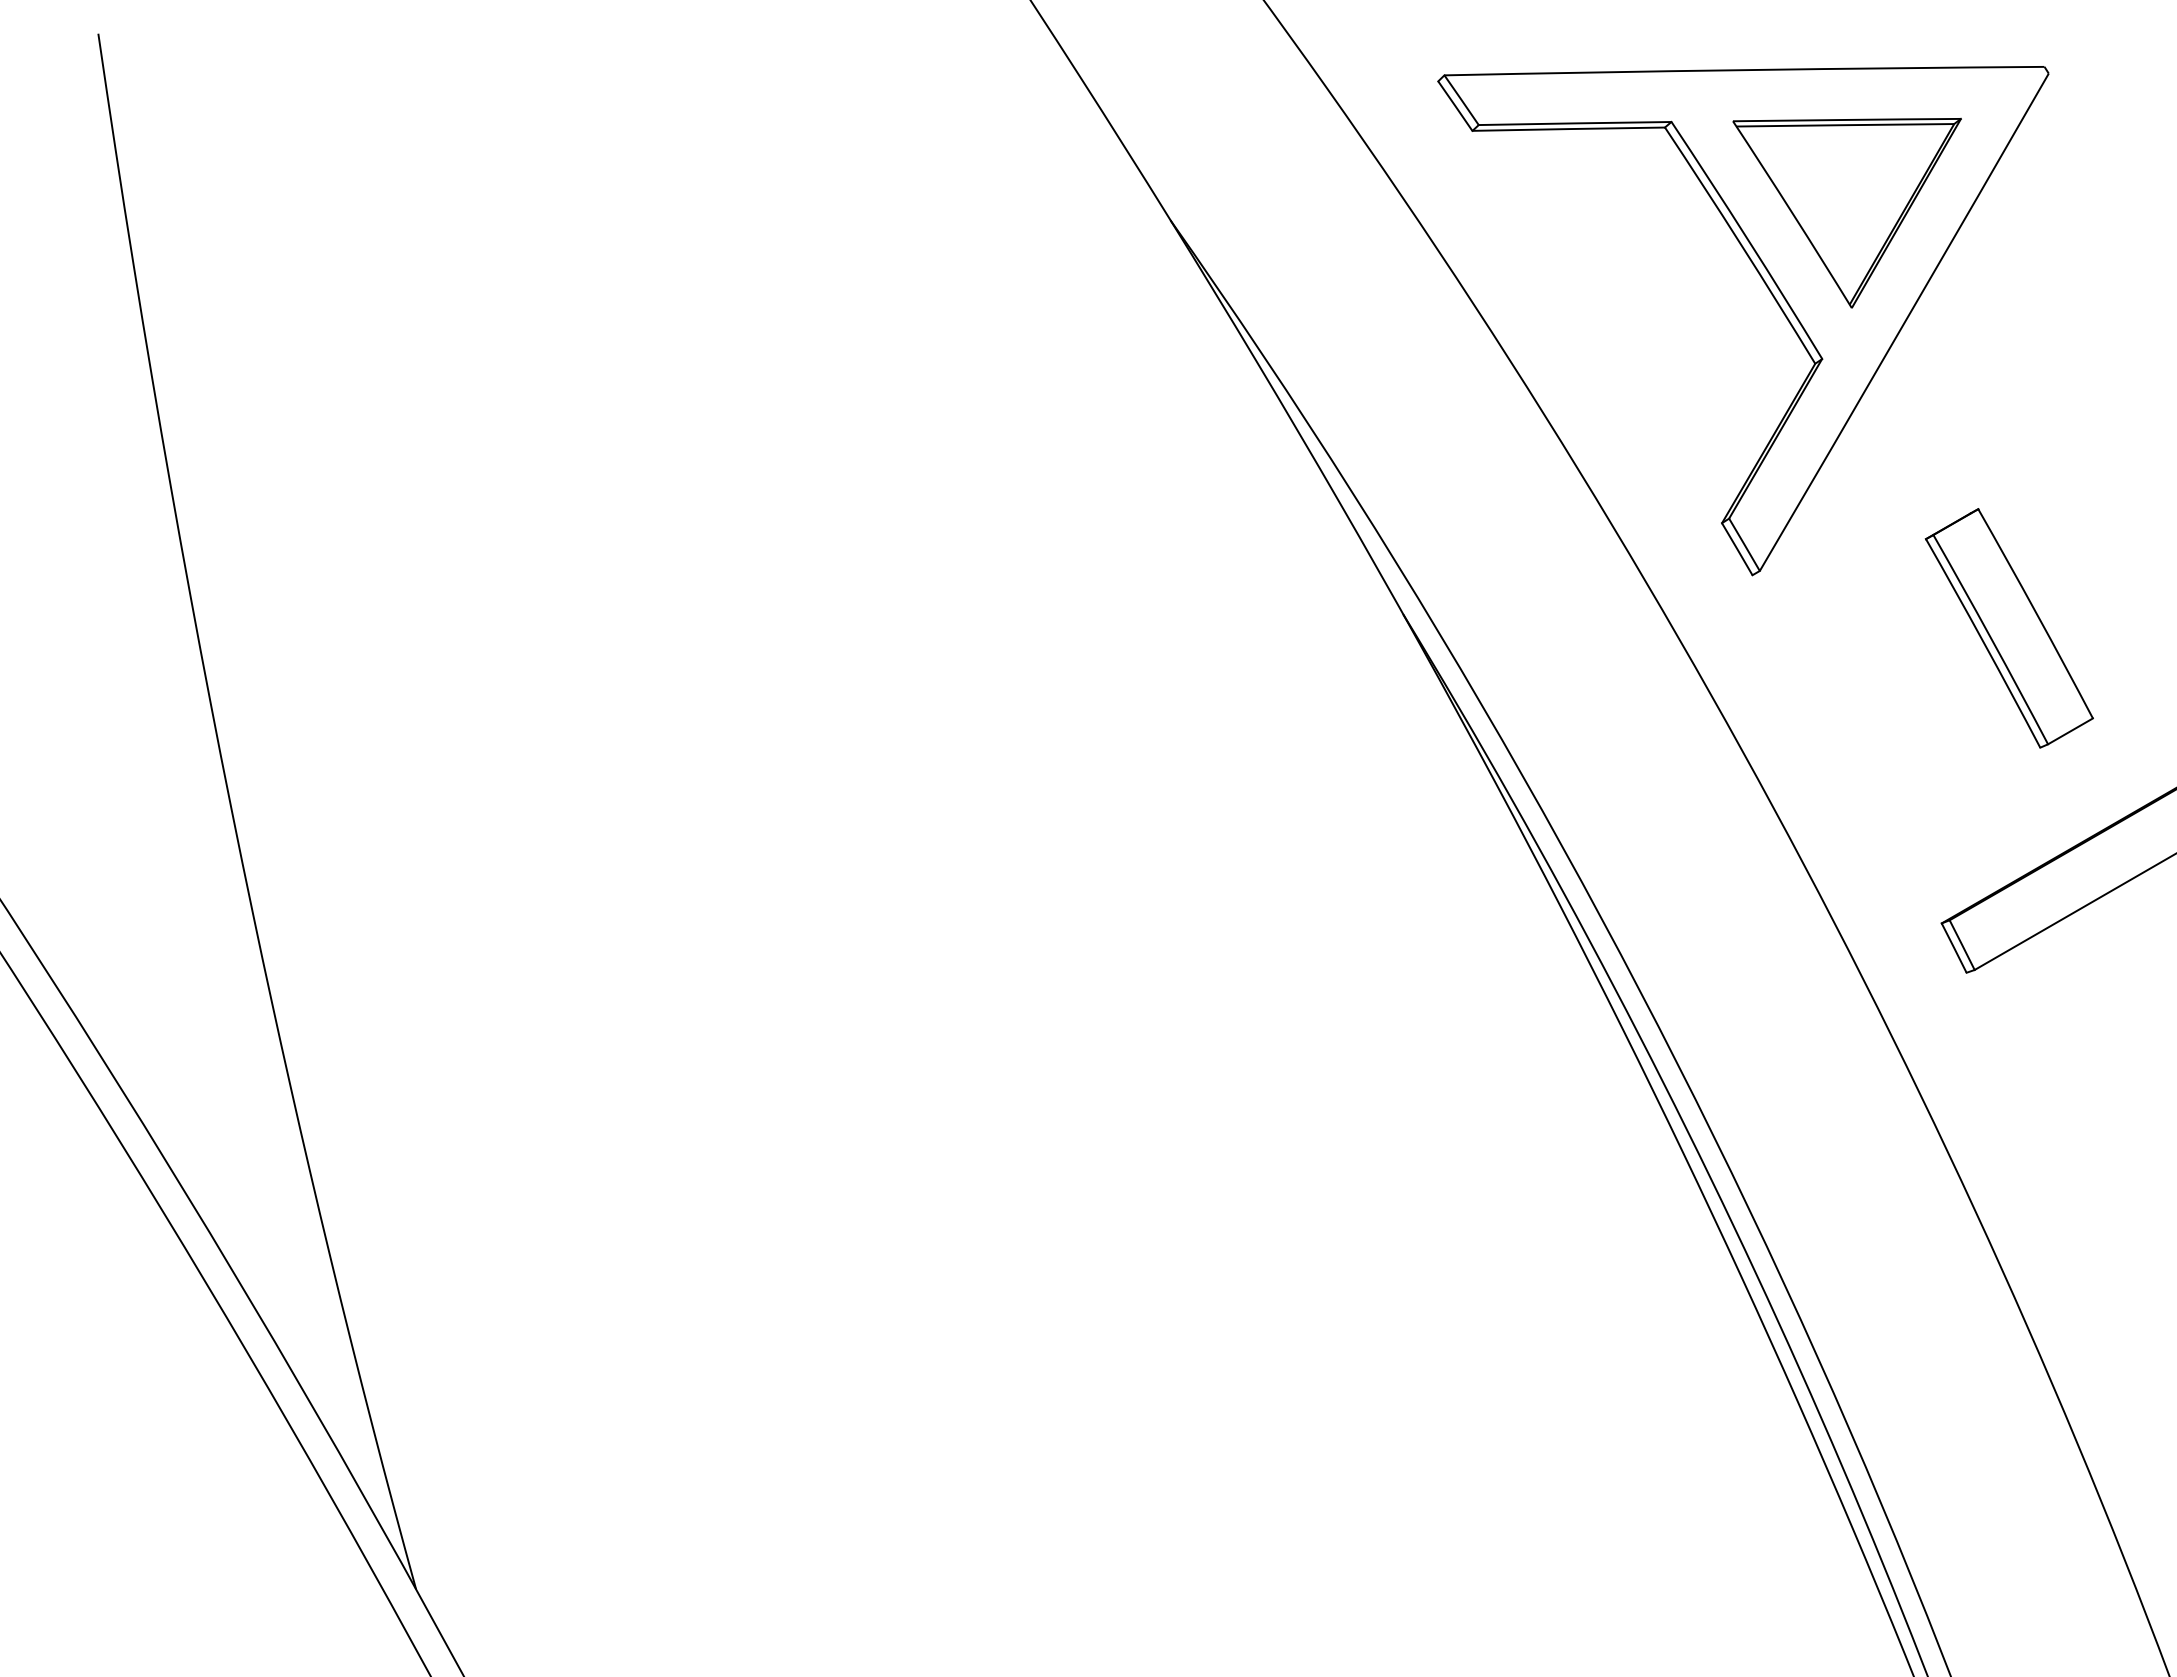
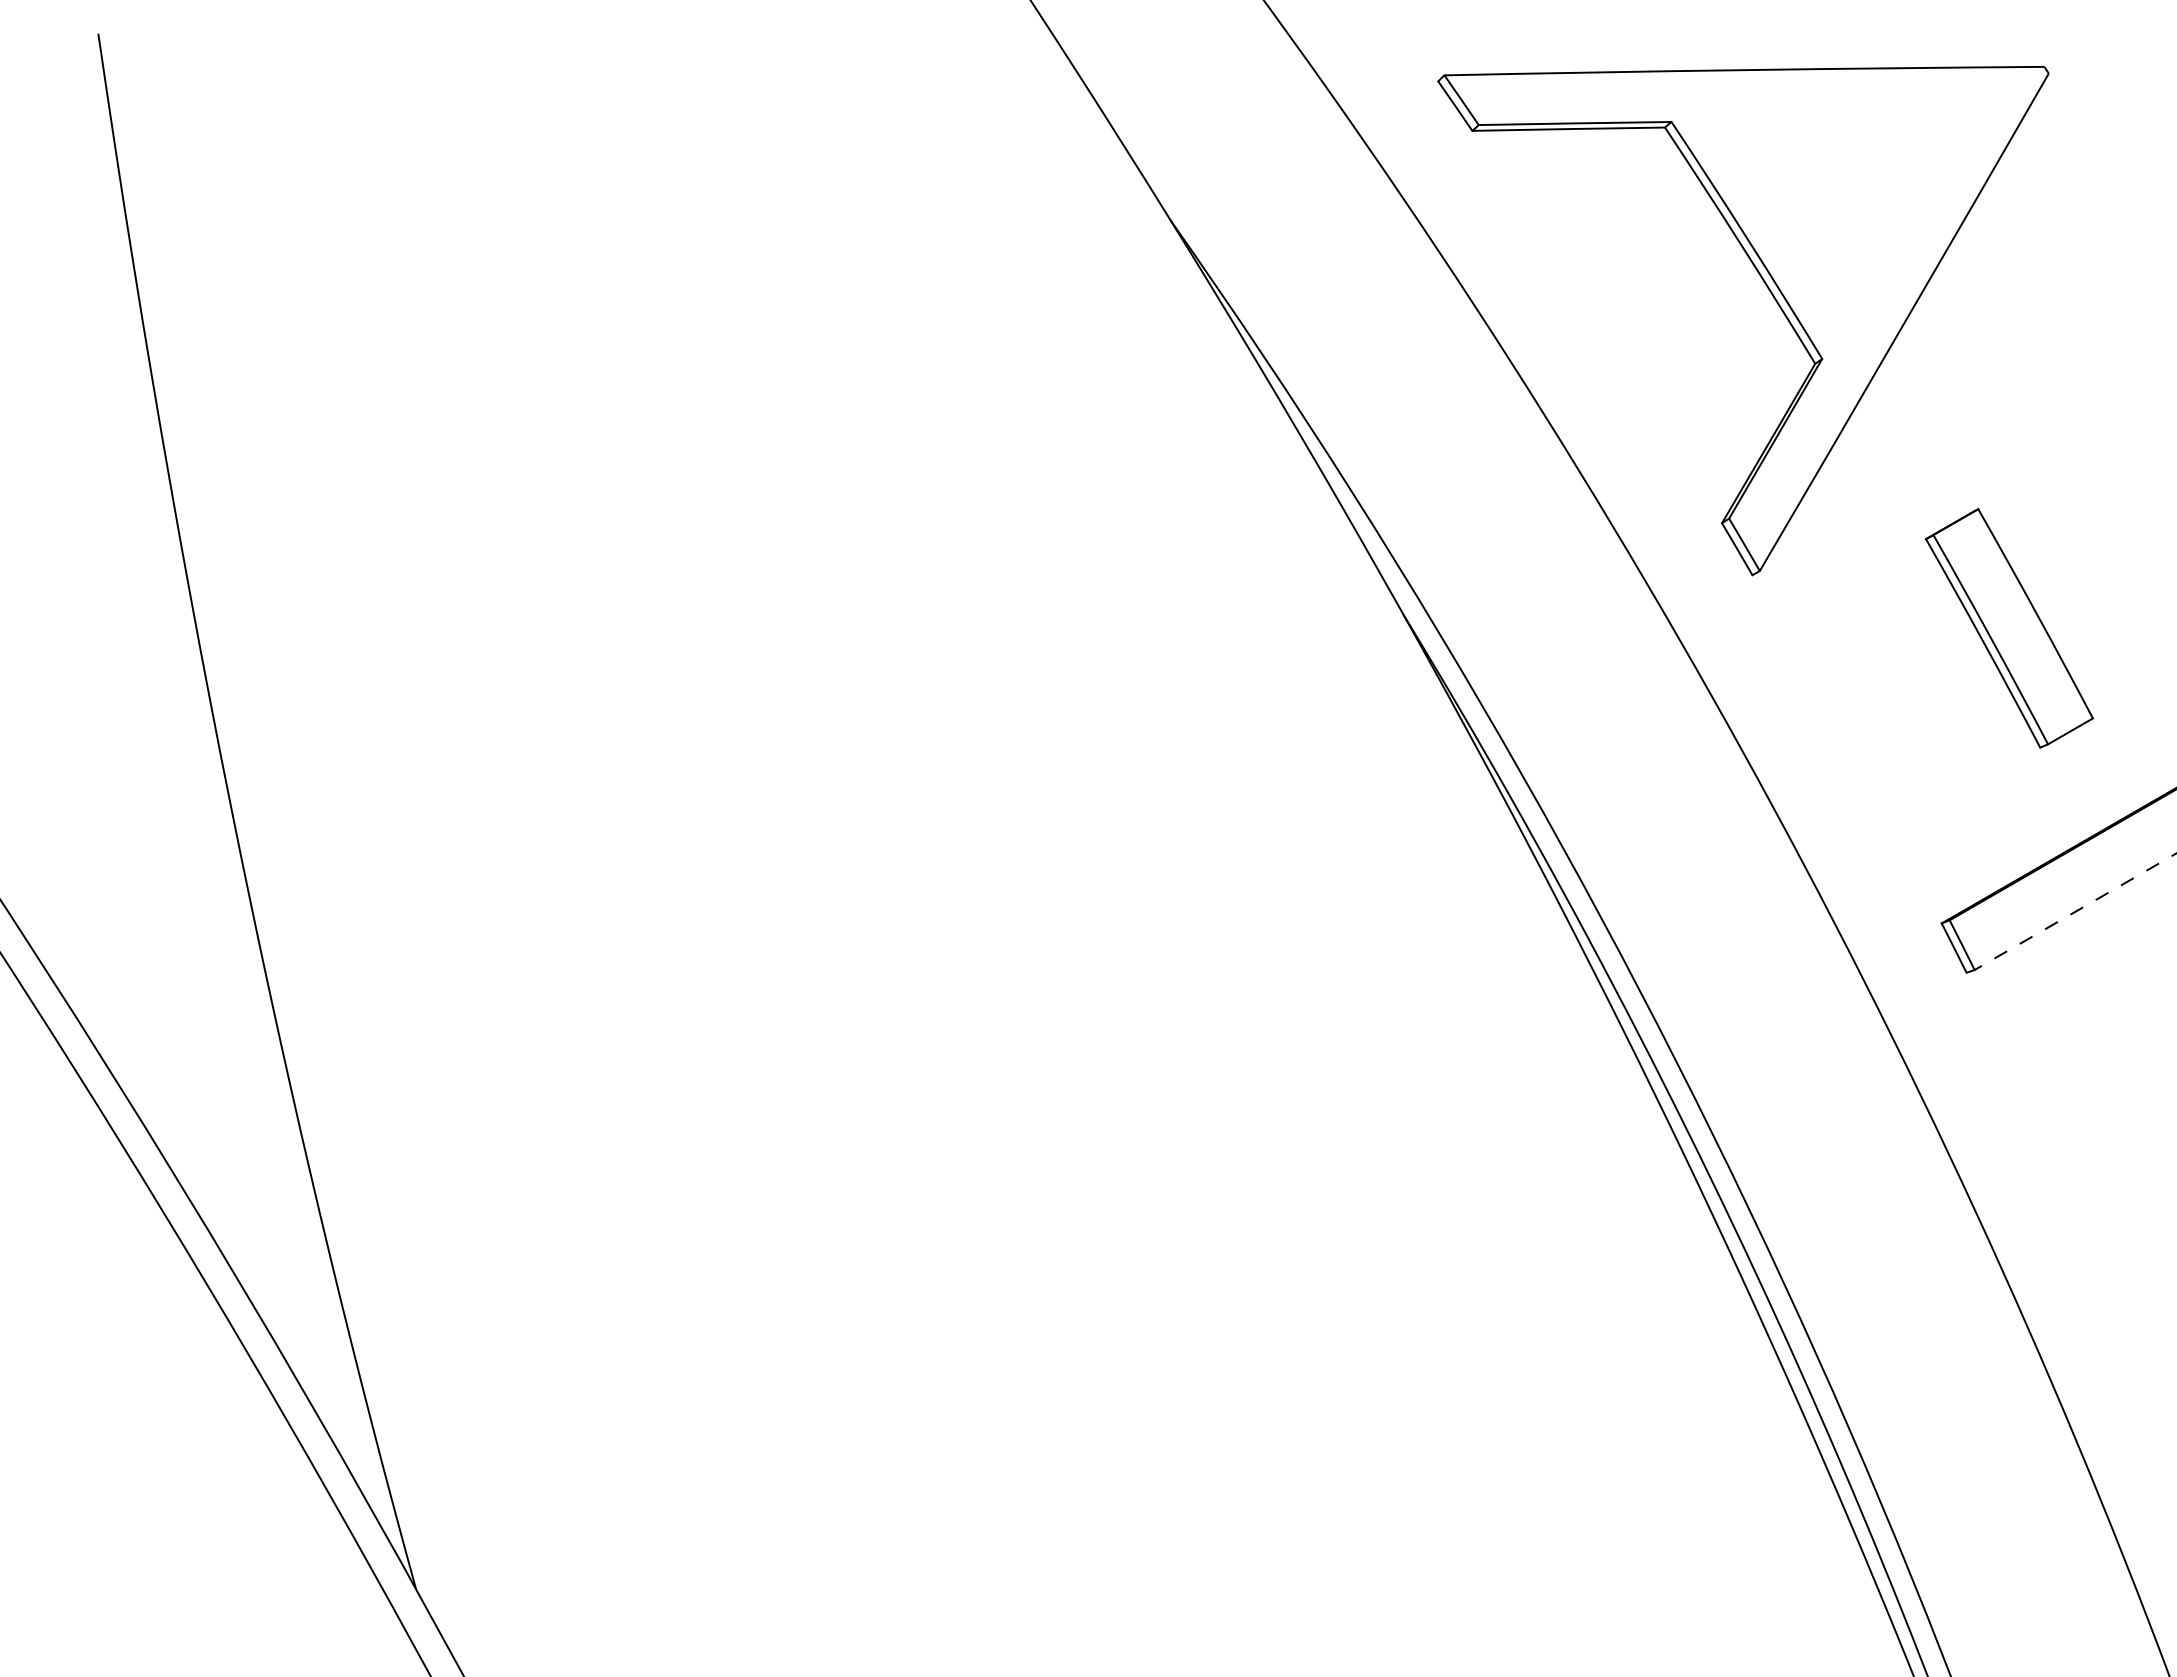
part at (1846, 212): present -> none
line at (2075, 911): solid -> dashed
